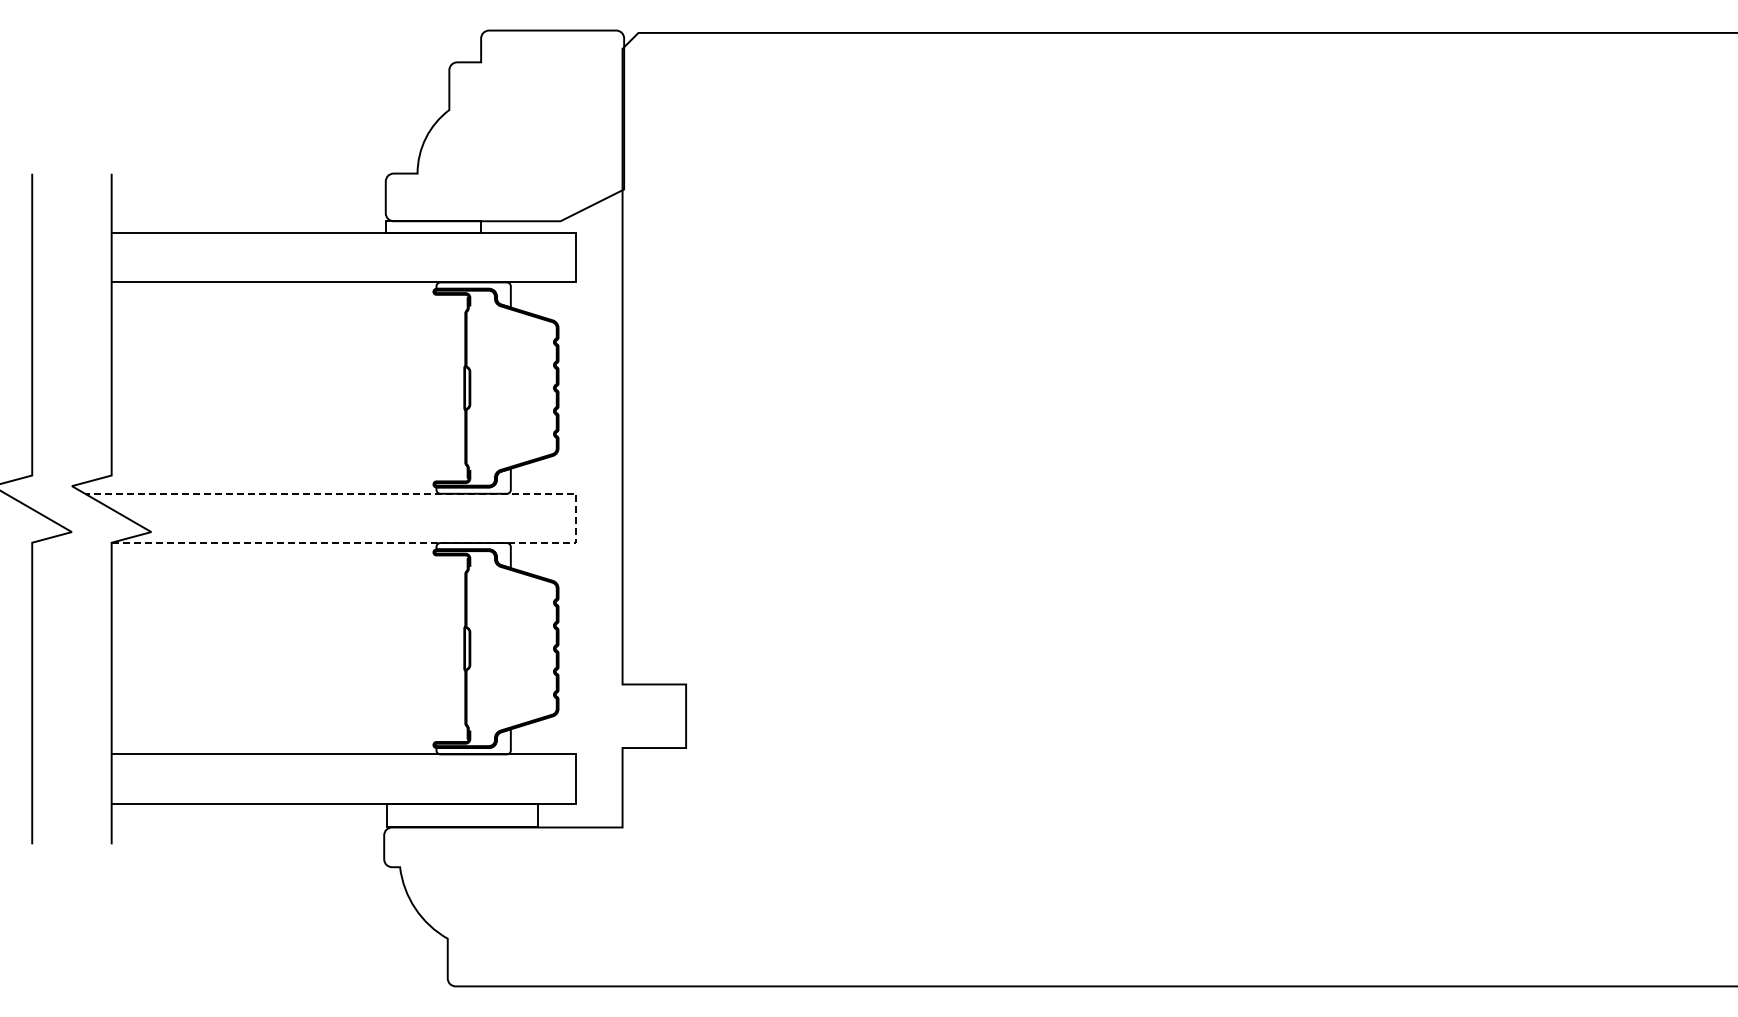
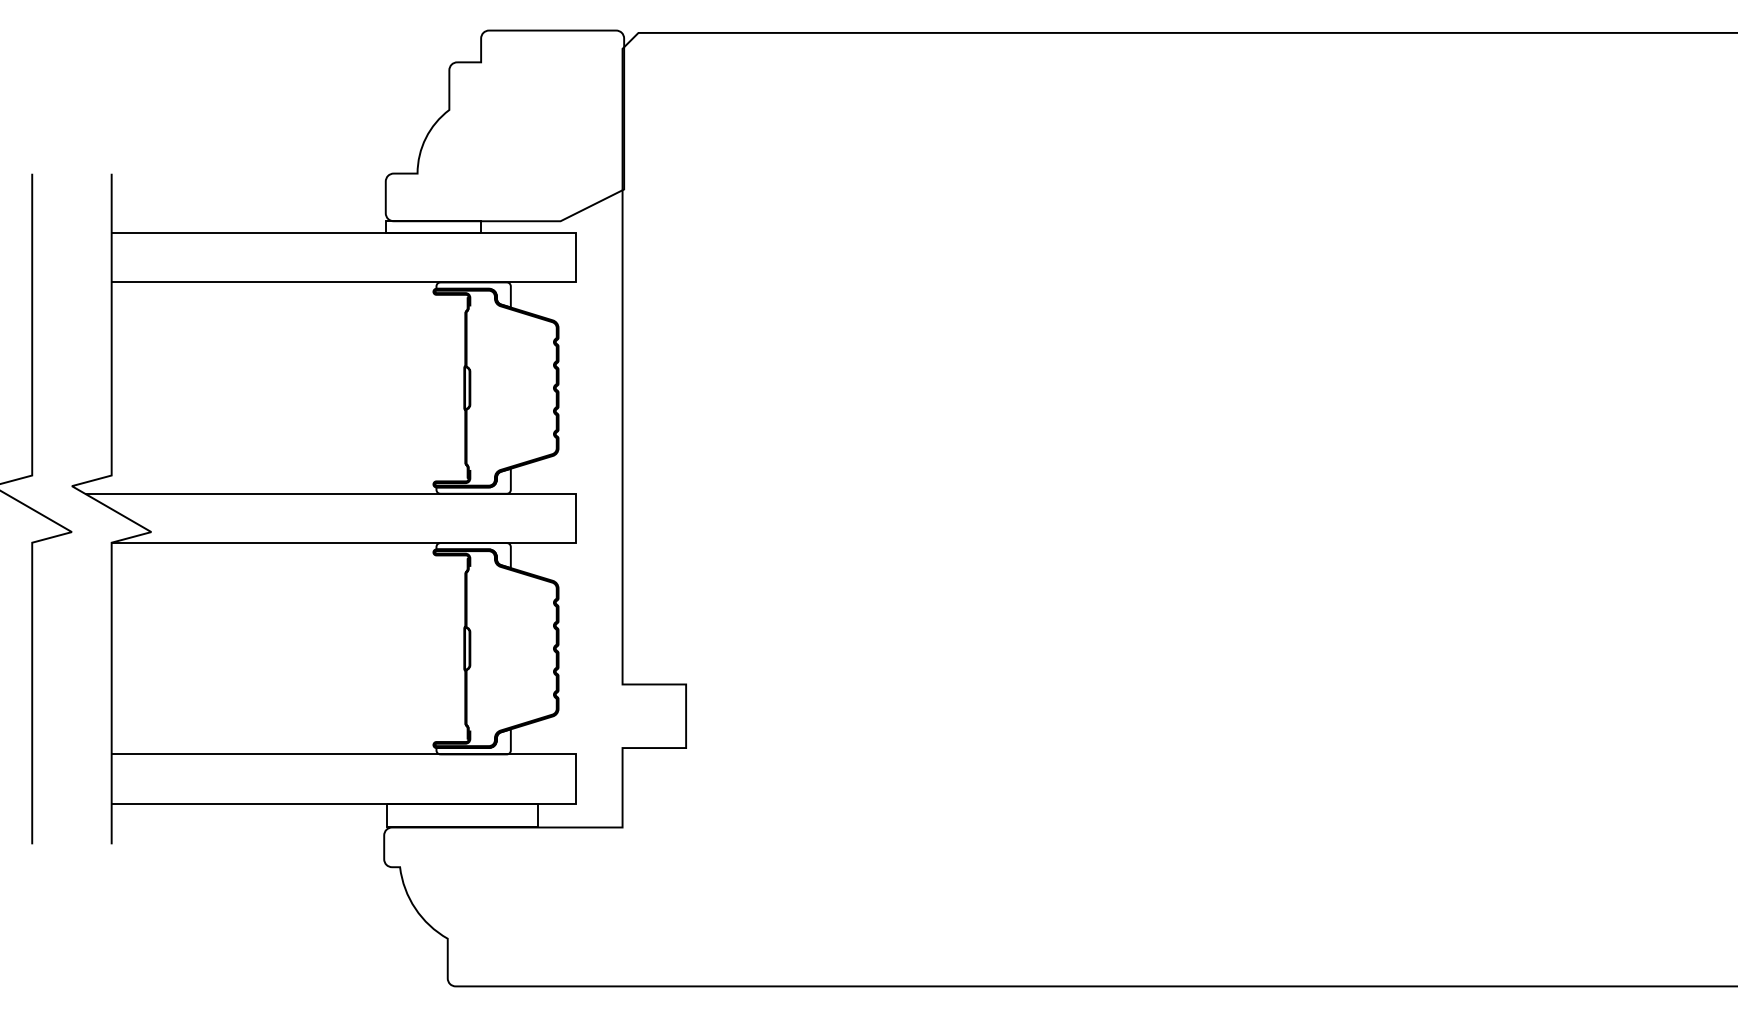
line at (576, 504): dashed -> solid
